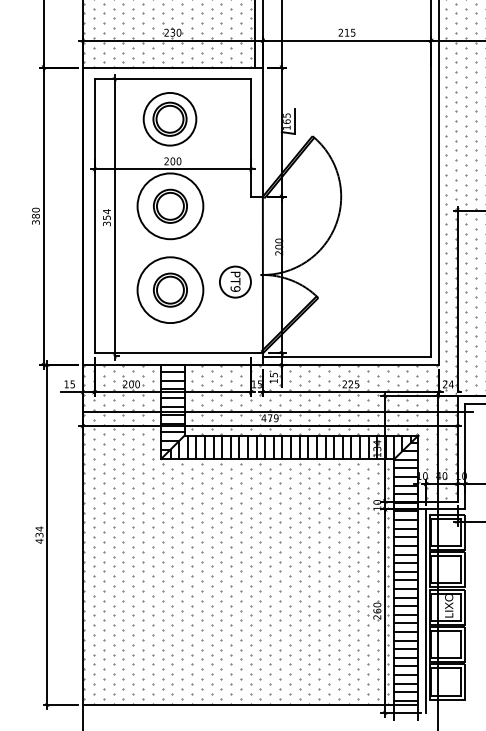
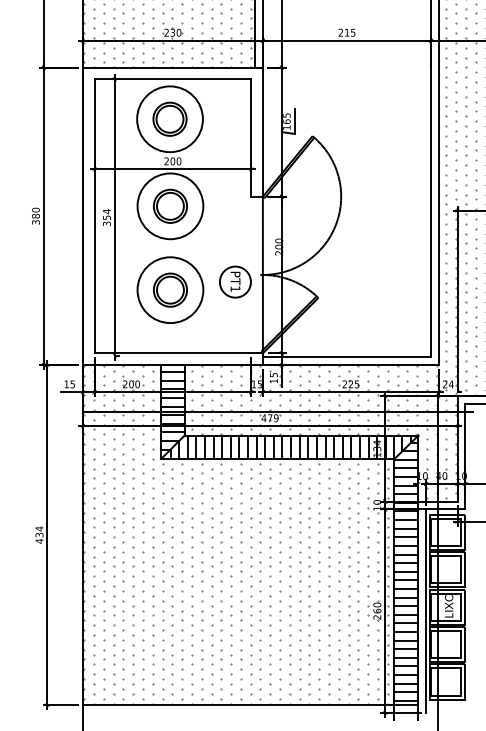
circle at (169, 118) diameter: 53 px -> 66 px
text at (235, 288): PT9 -> PT1
